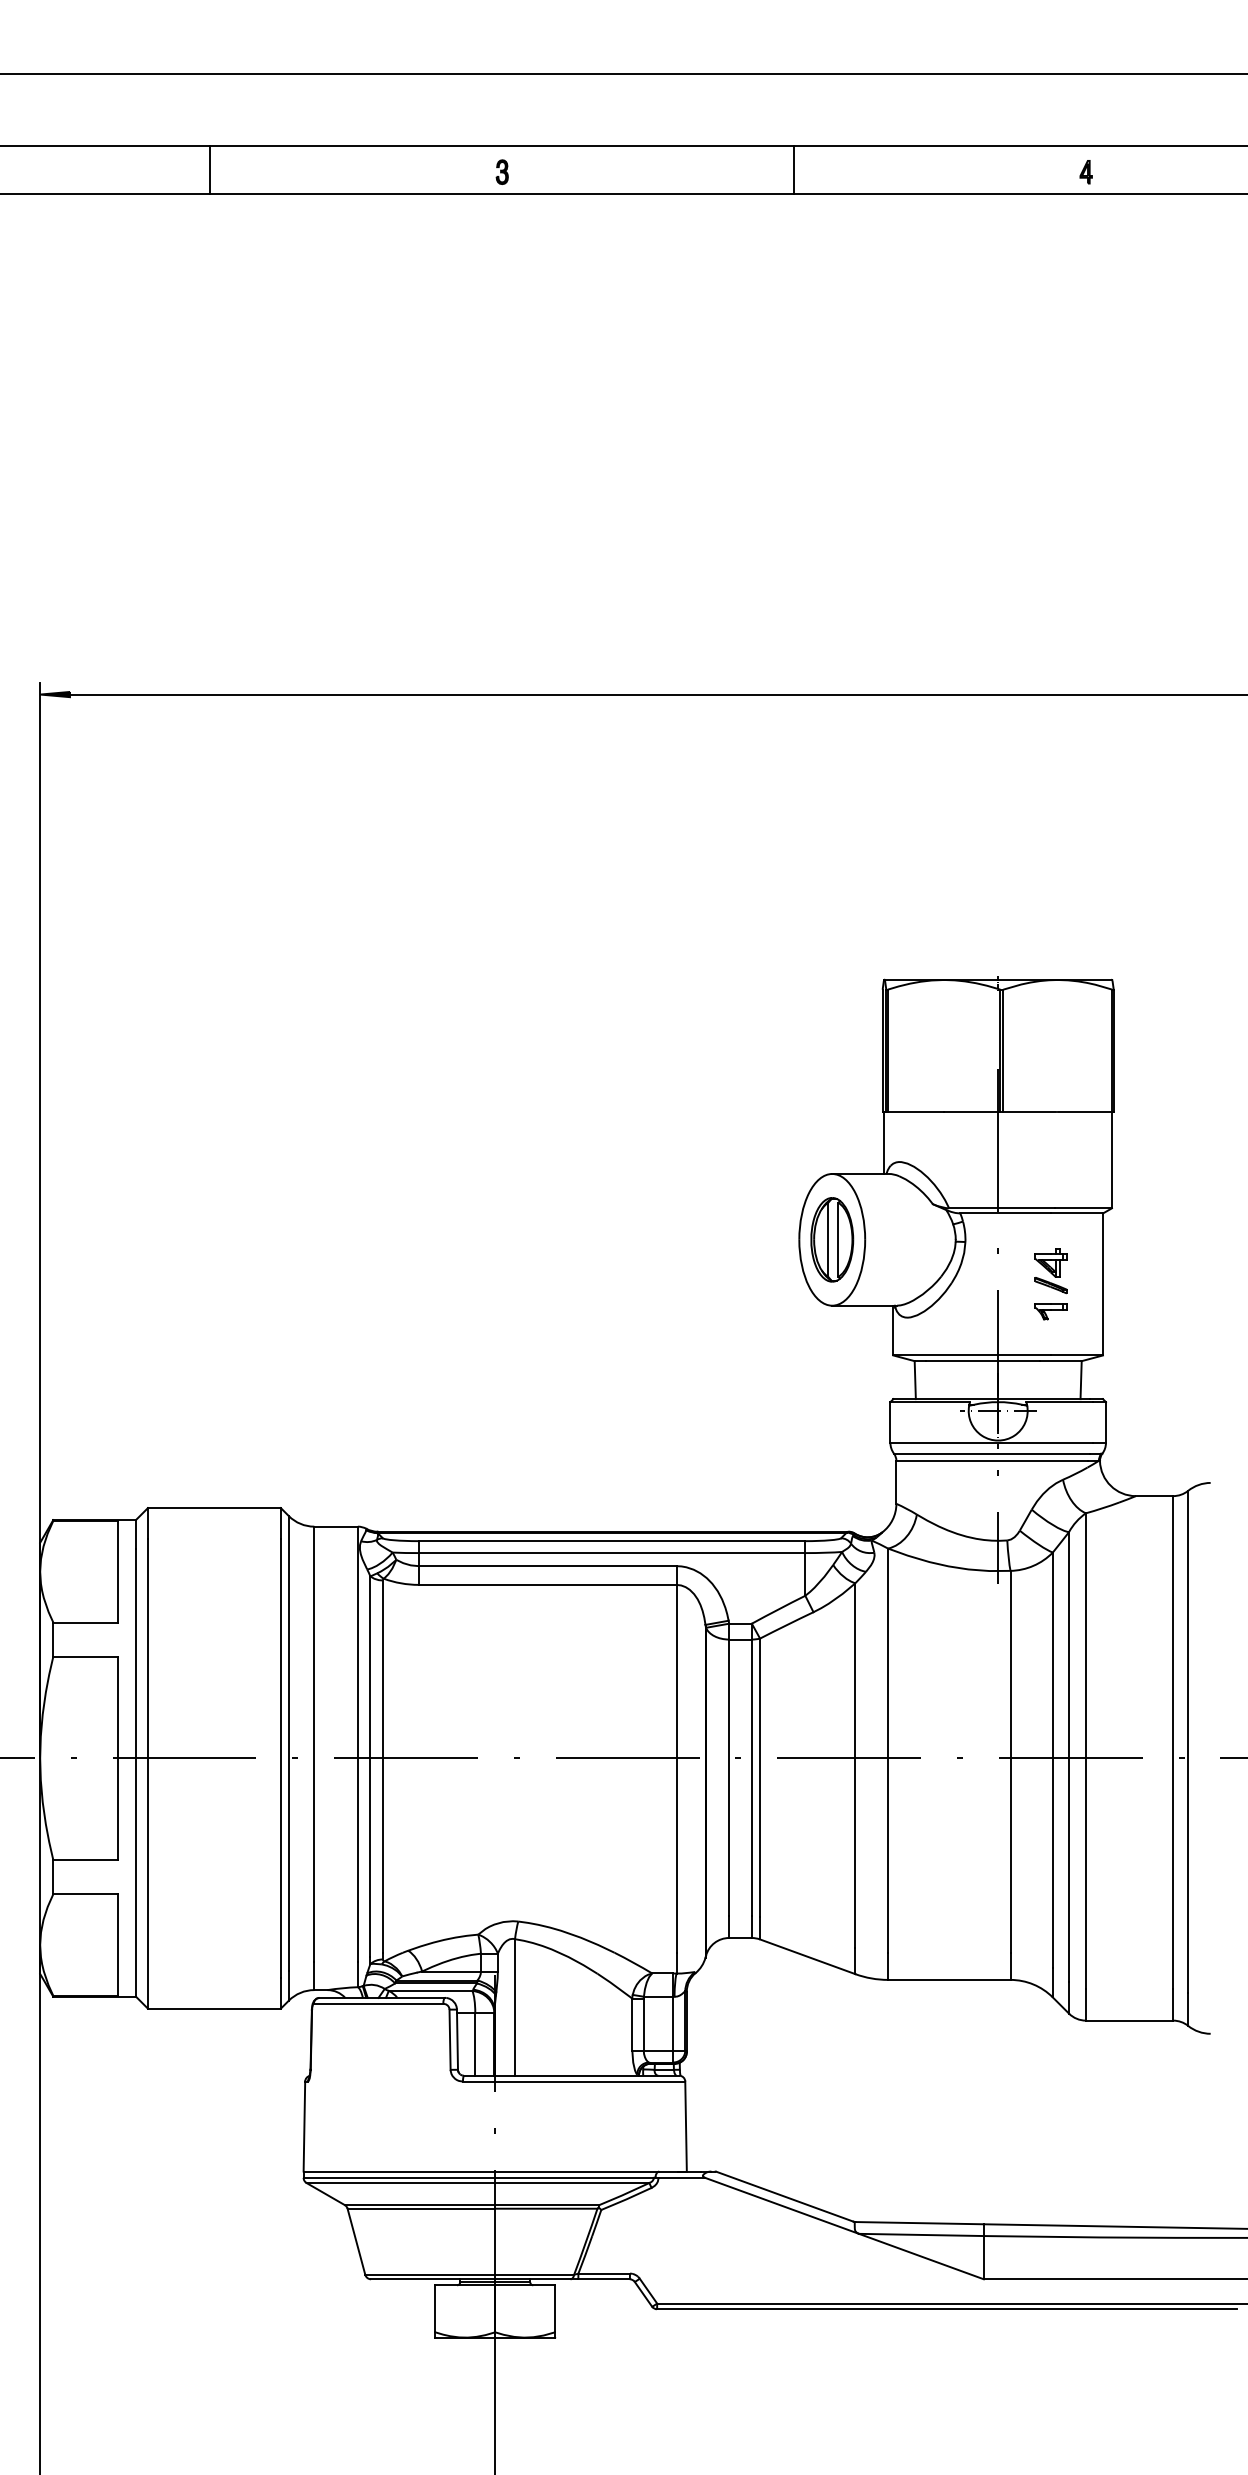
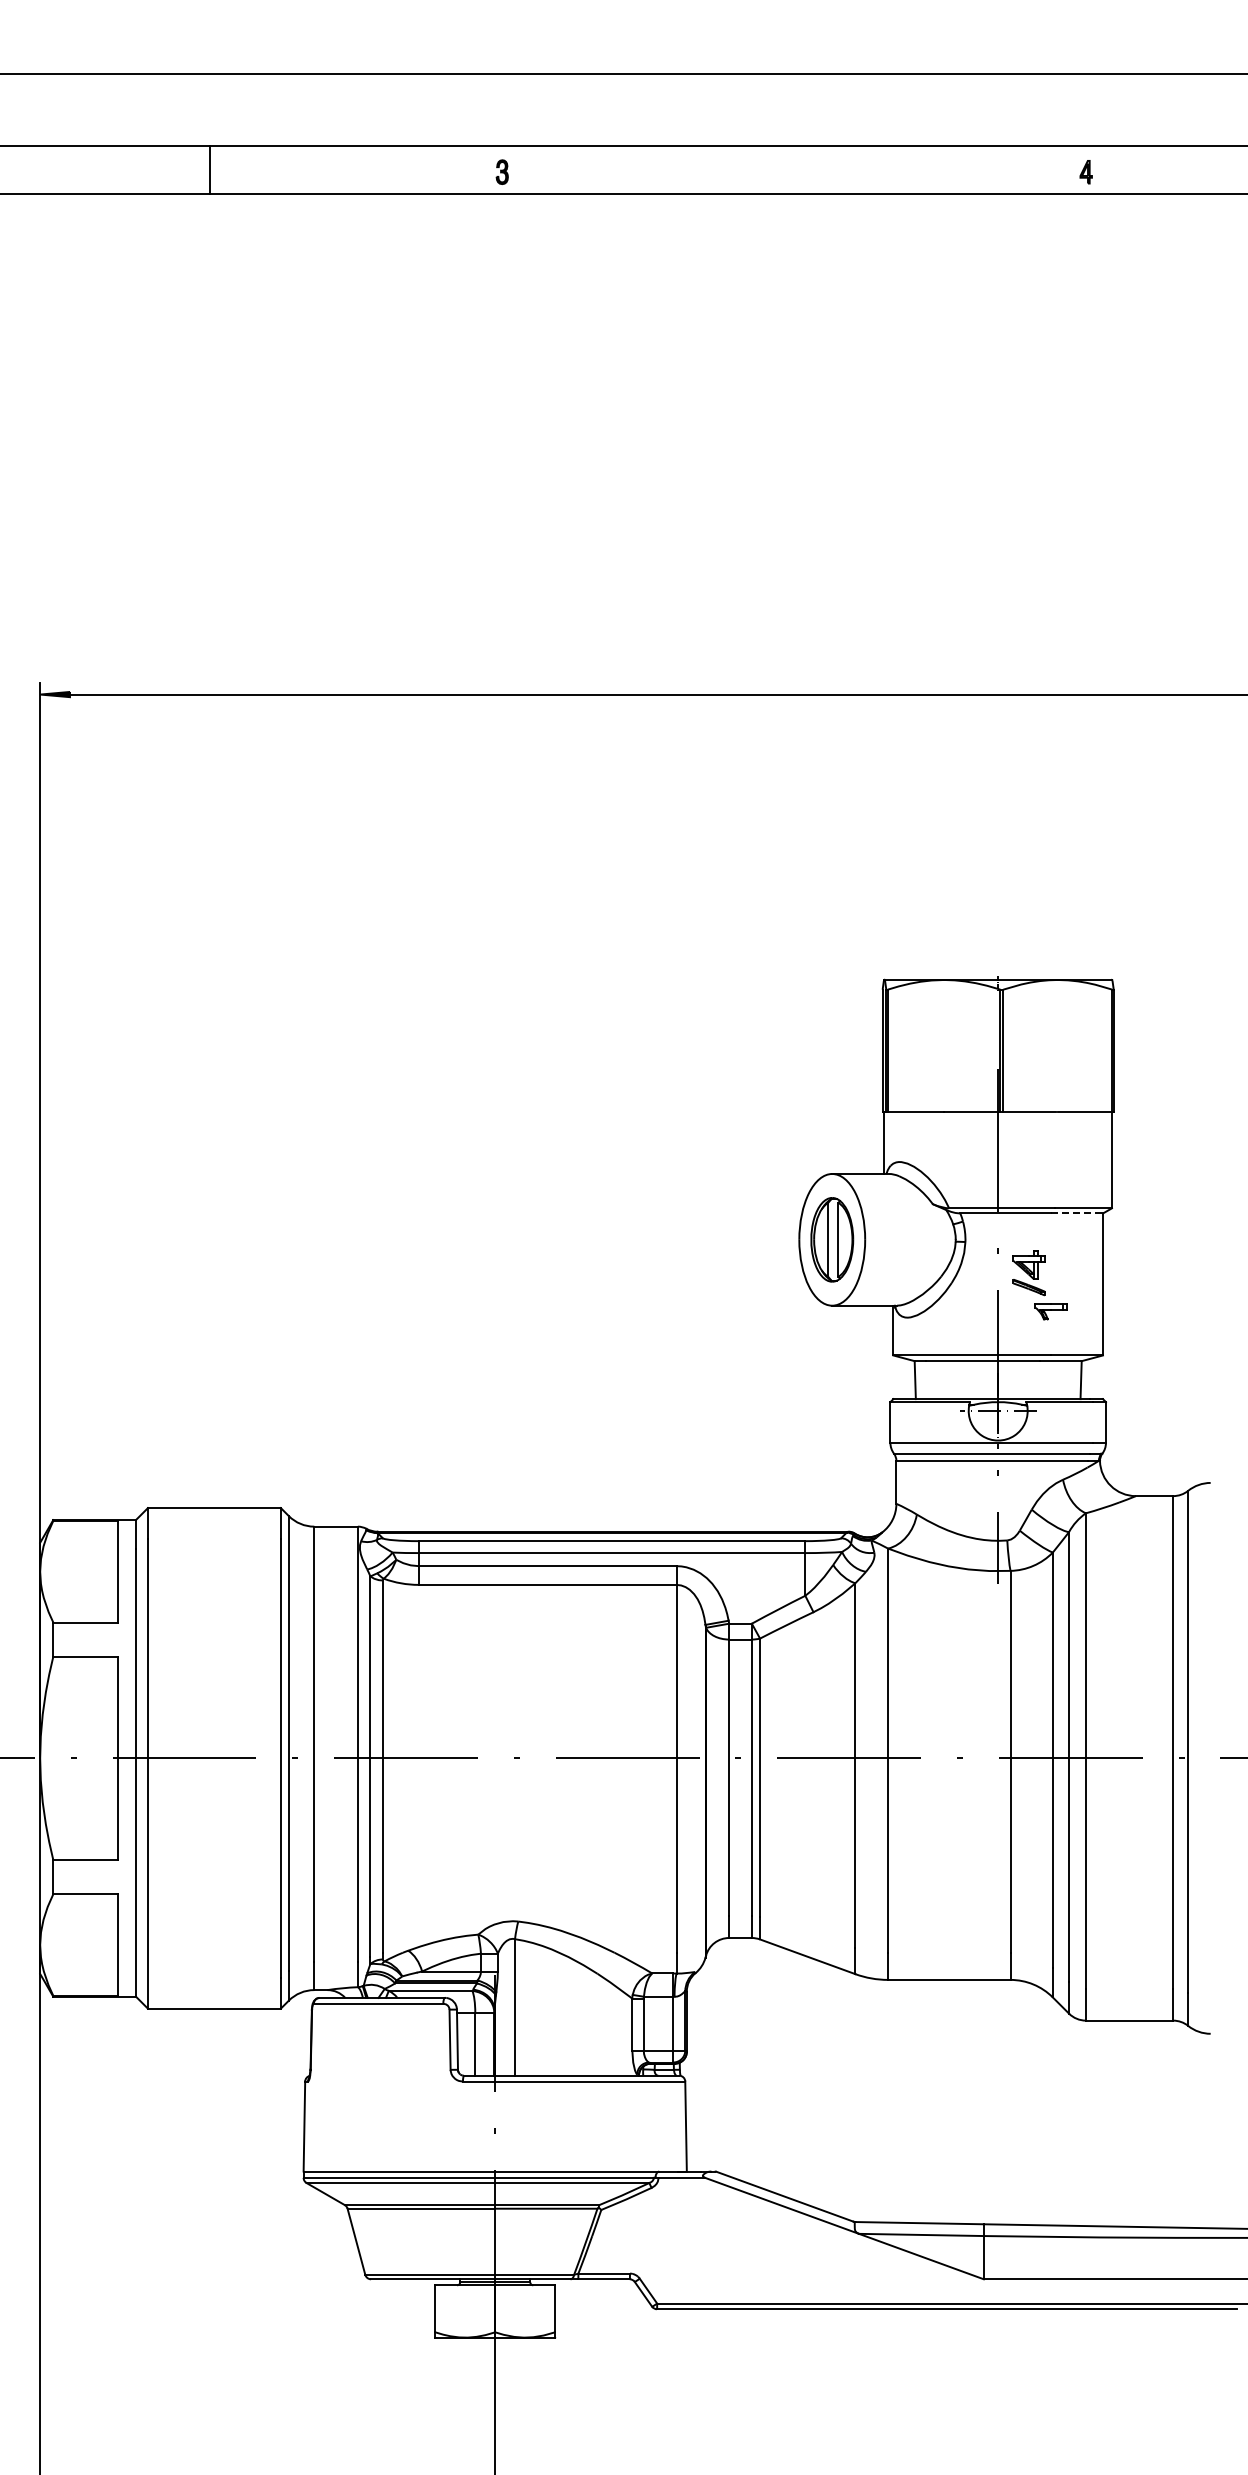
line at (793, 170): present -> none
line at (1077, 1213): solid -> dashed
part at (1050, 1271) position: (1050, 1271) -> (1028, 1273)
